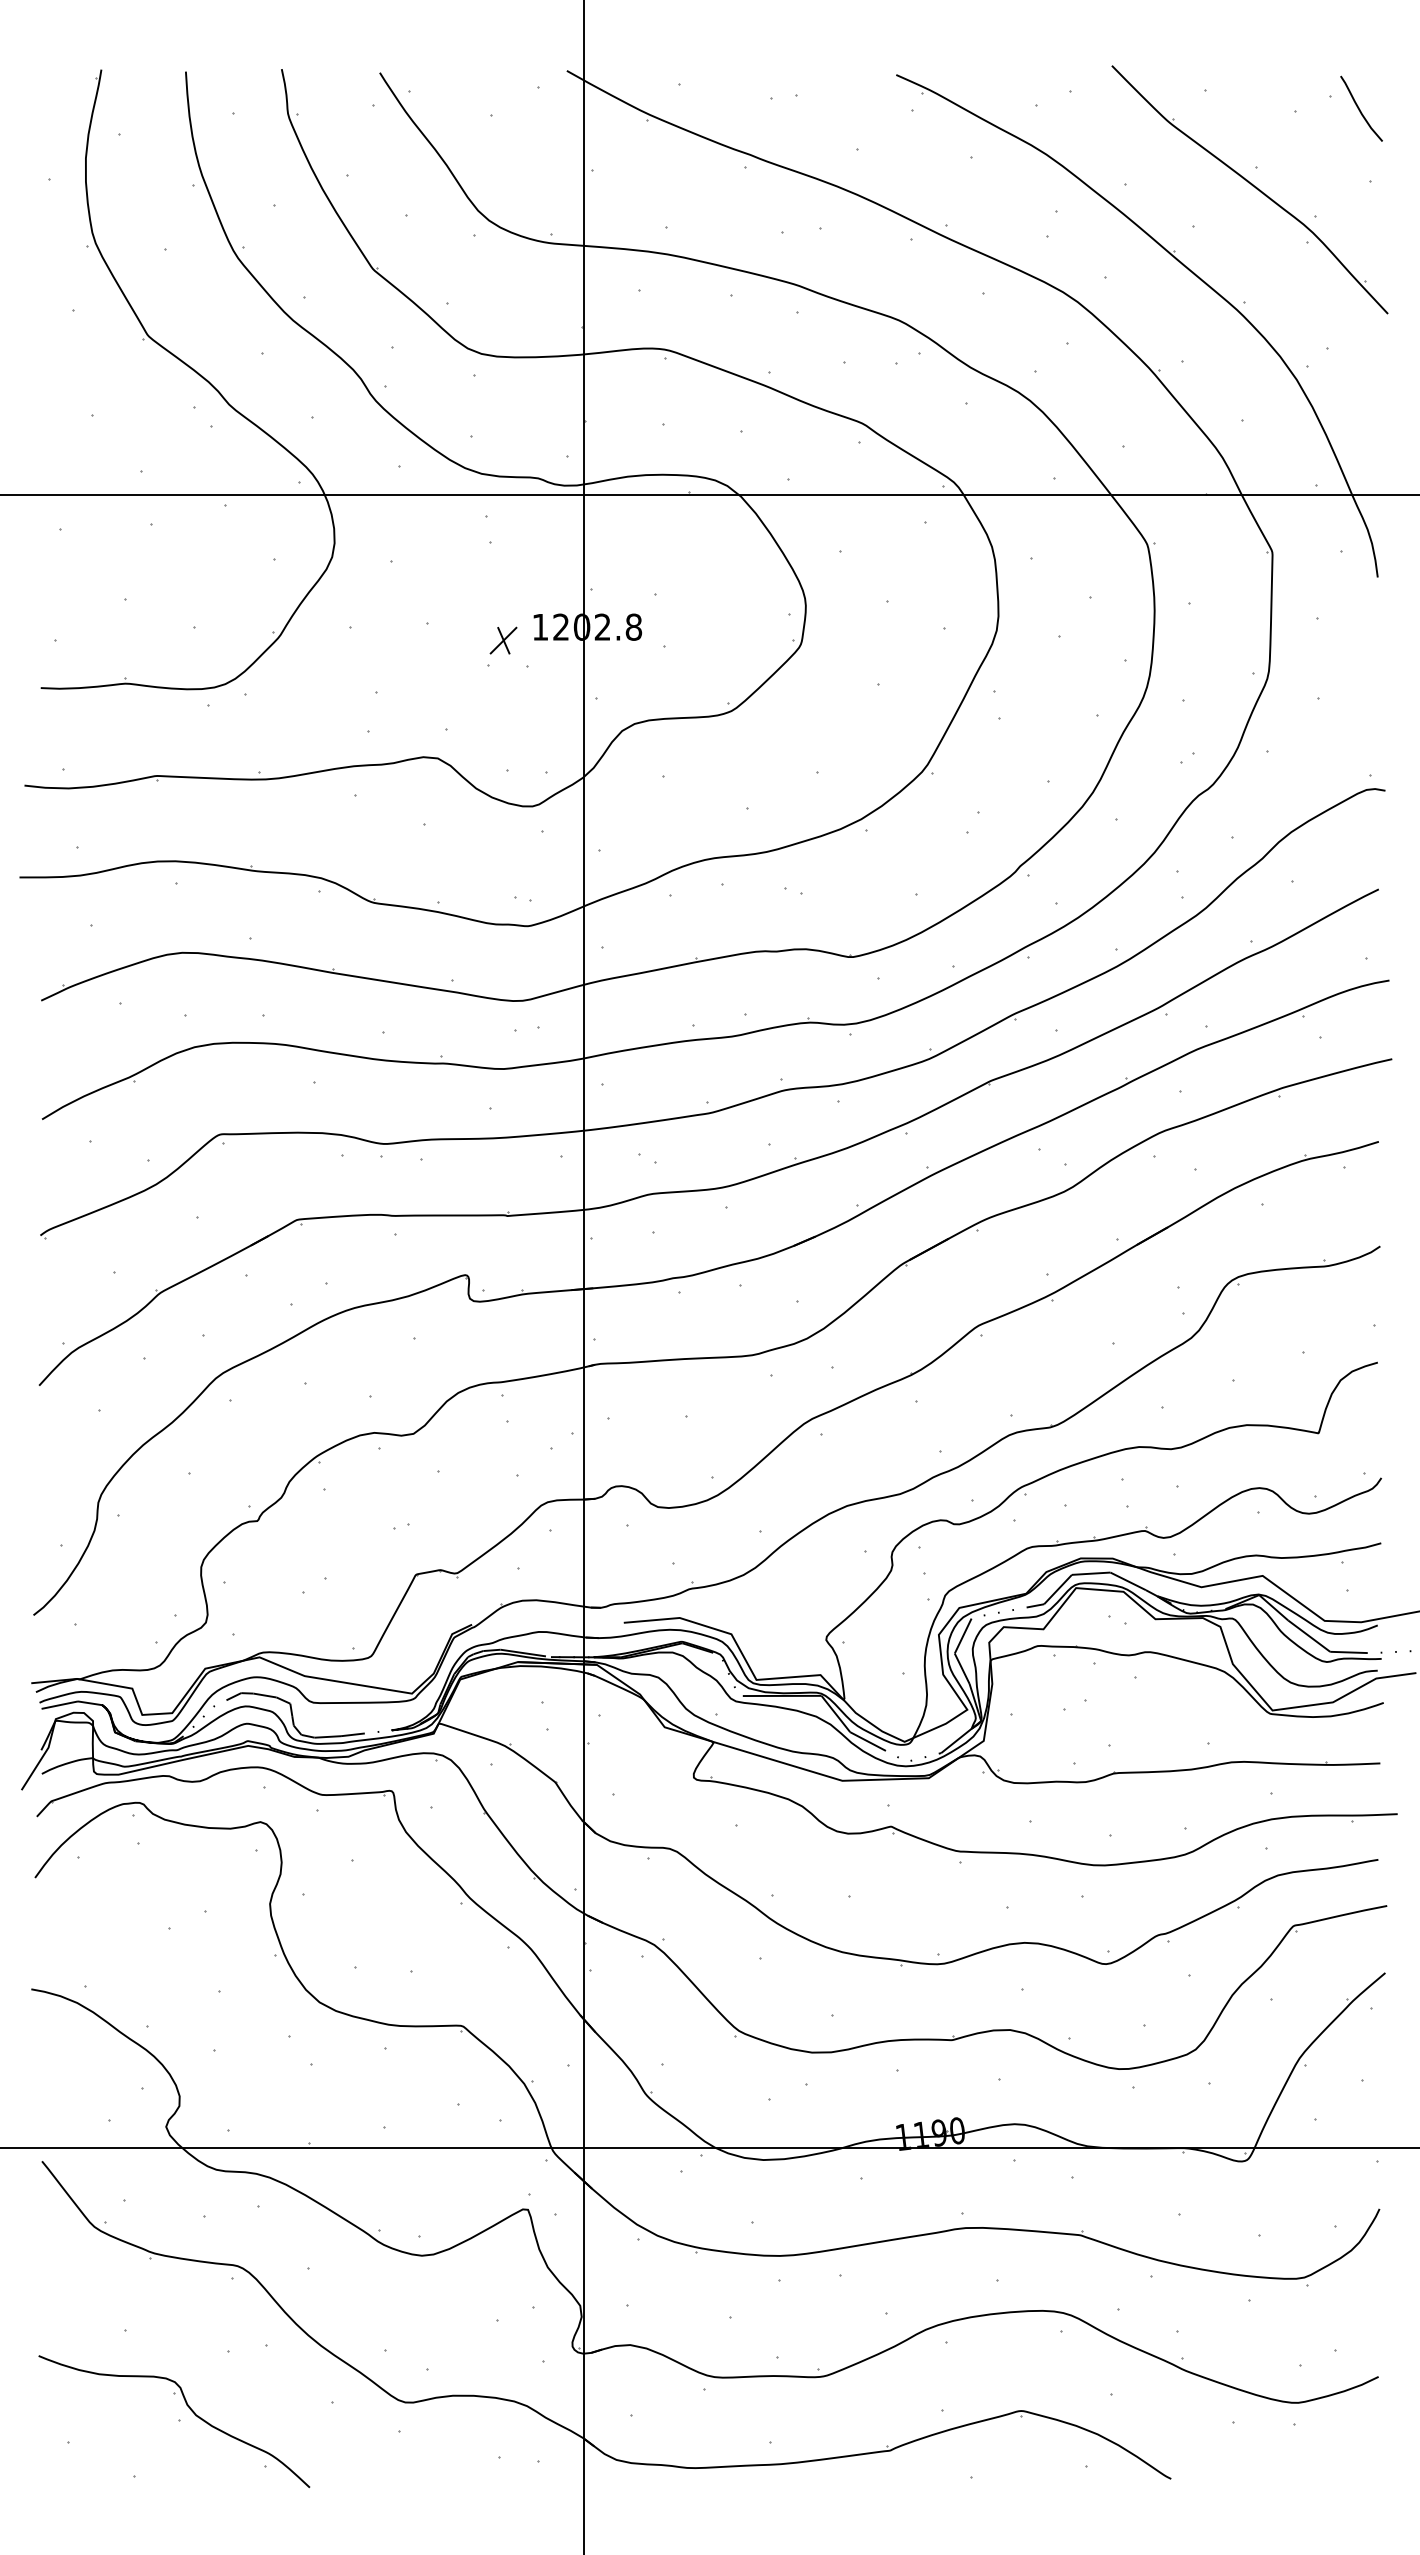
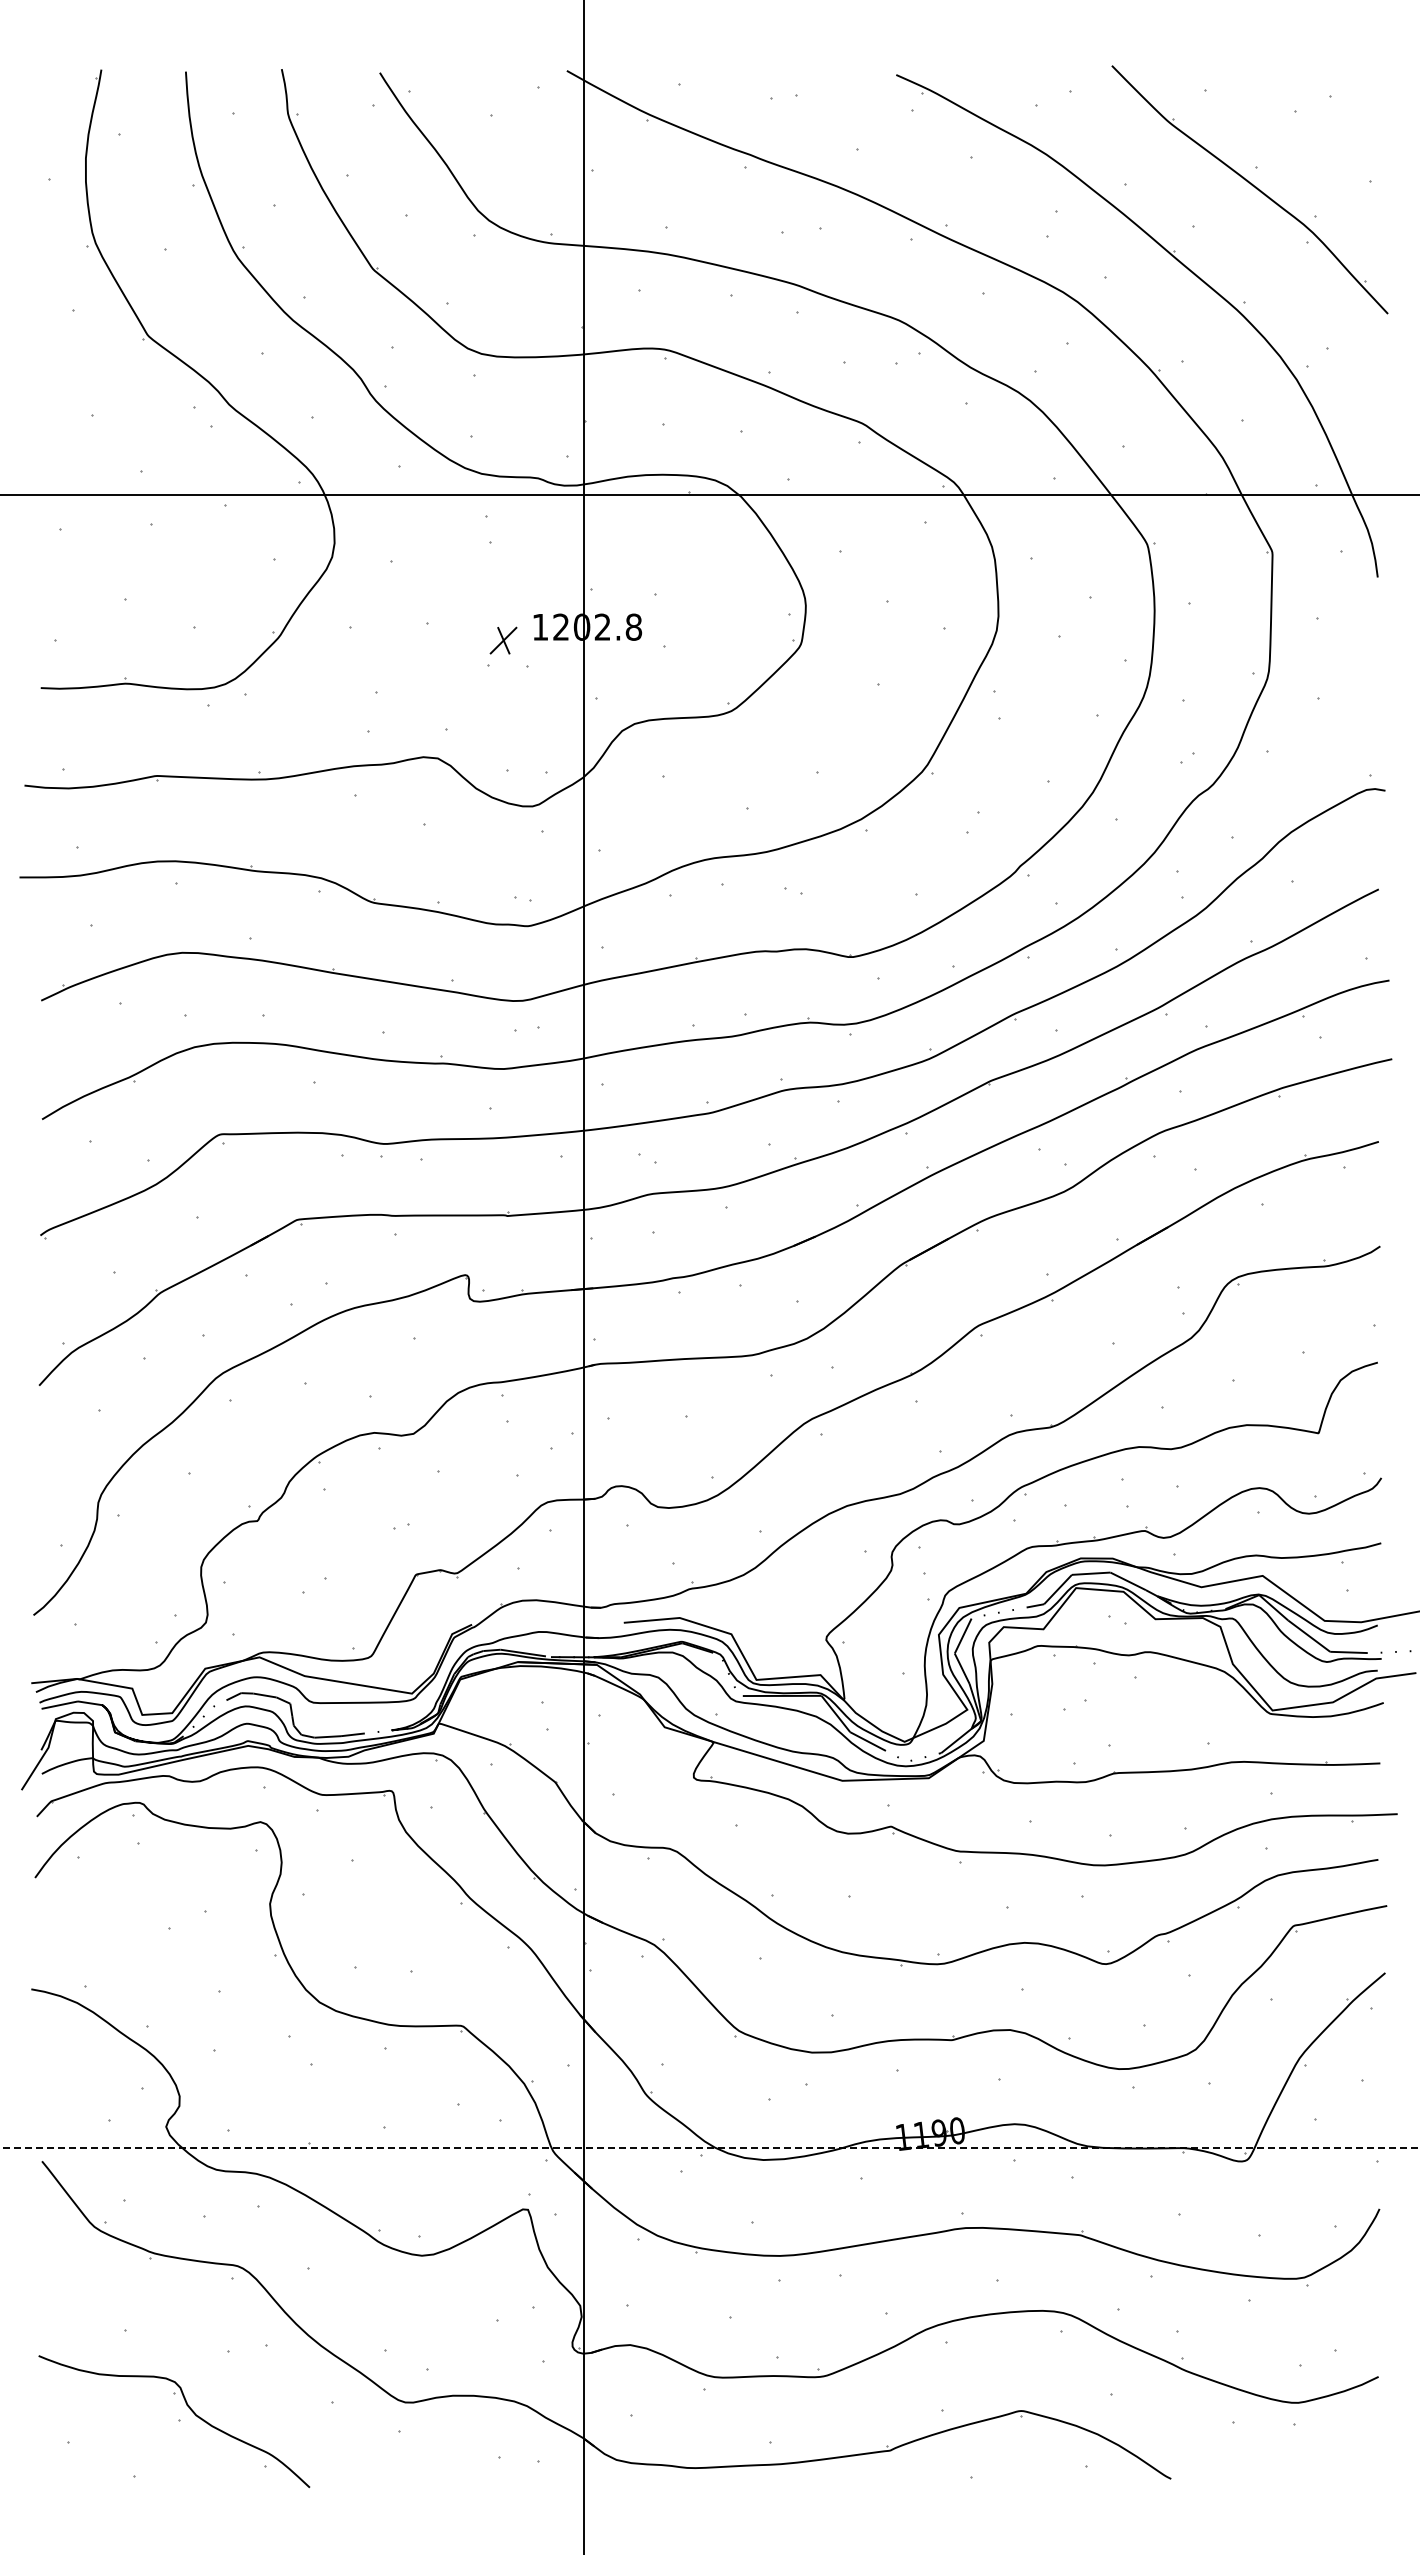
curve at (1360, 109): present -> none
line at (709, 2148): solid -> dashed
